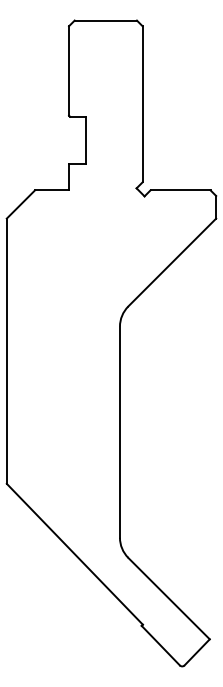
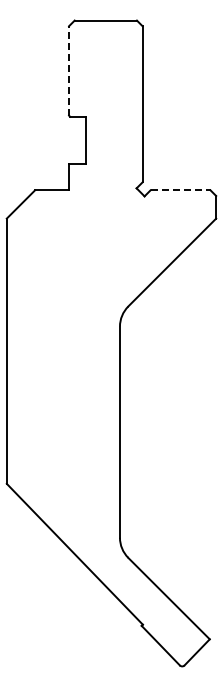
line at (69, 70): solid -> dashed
line at (180, 190): solid -> dashed
